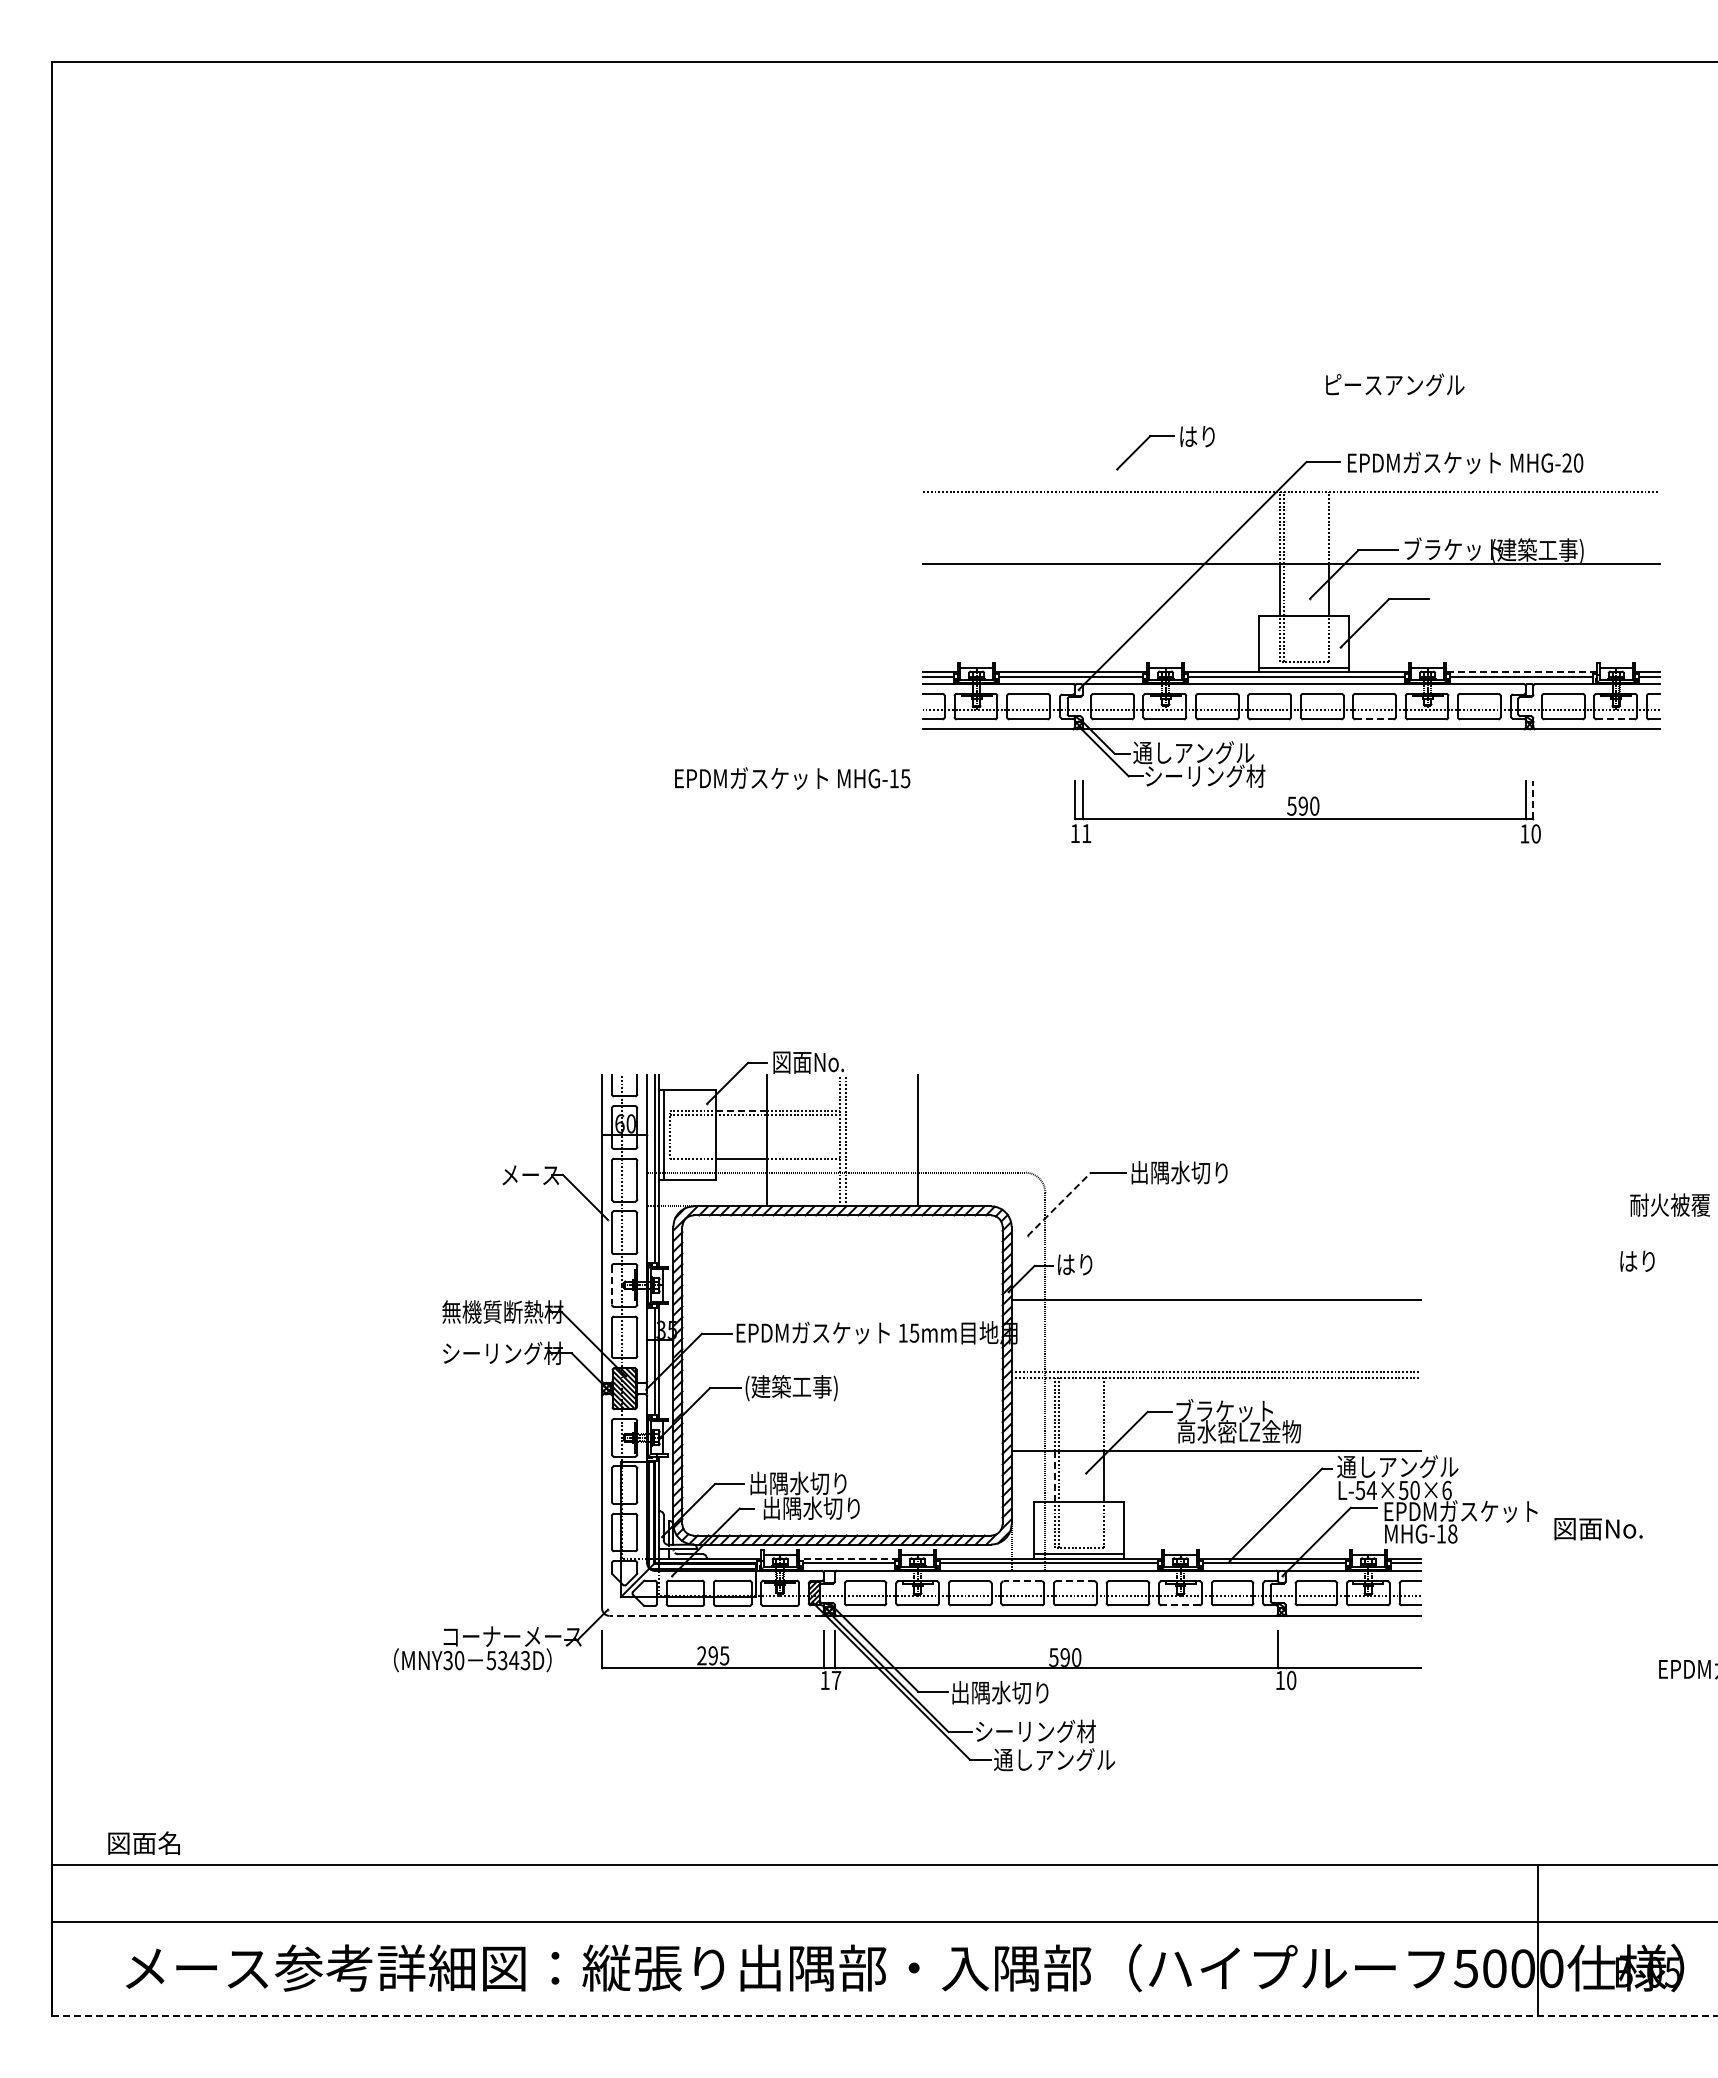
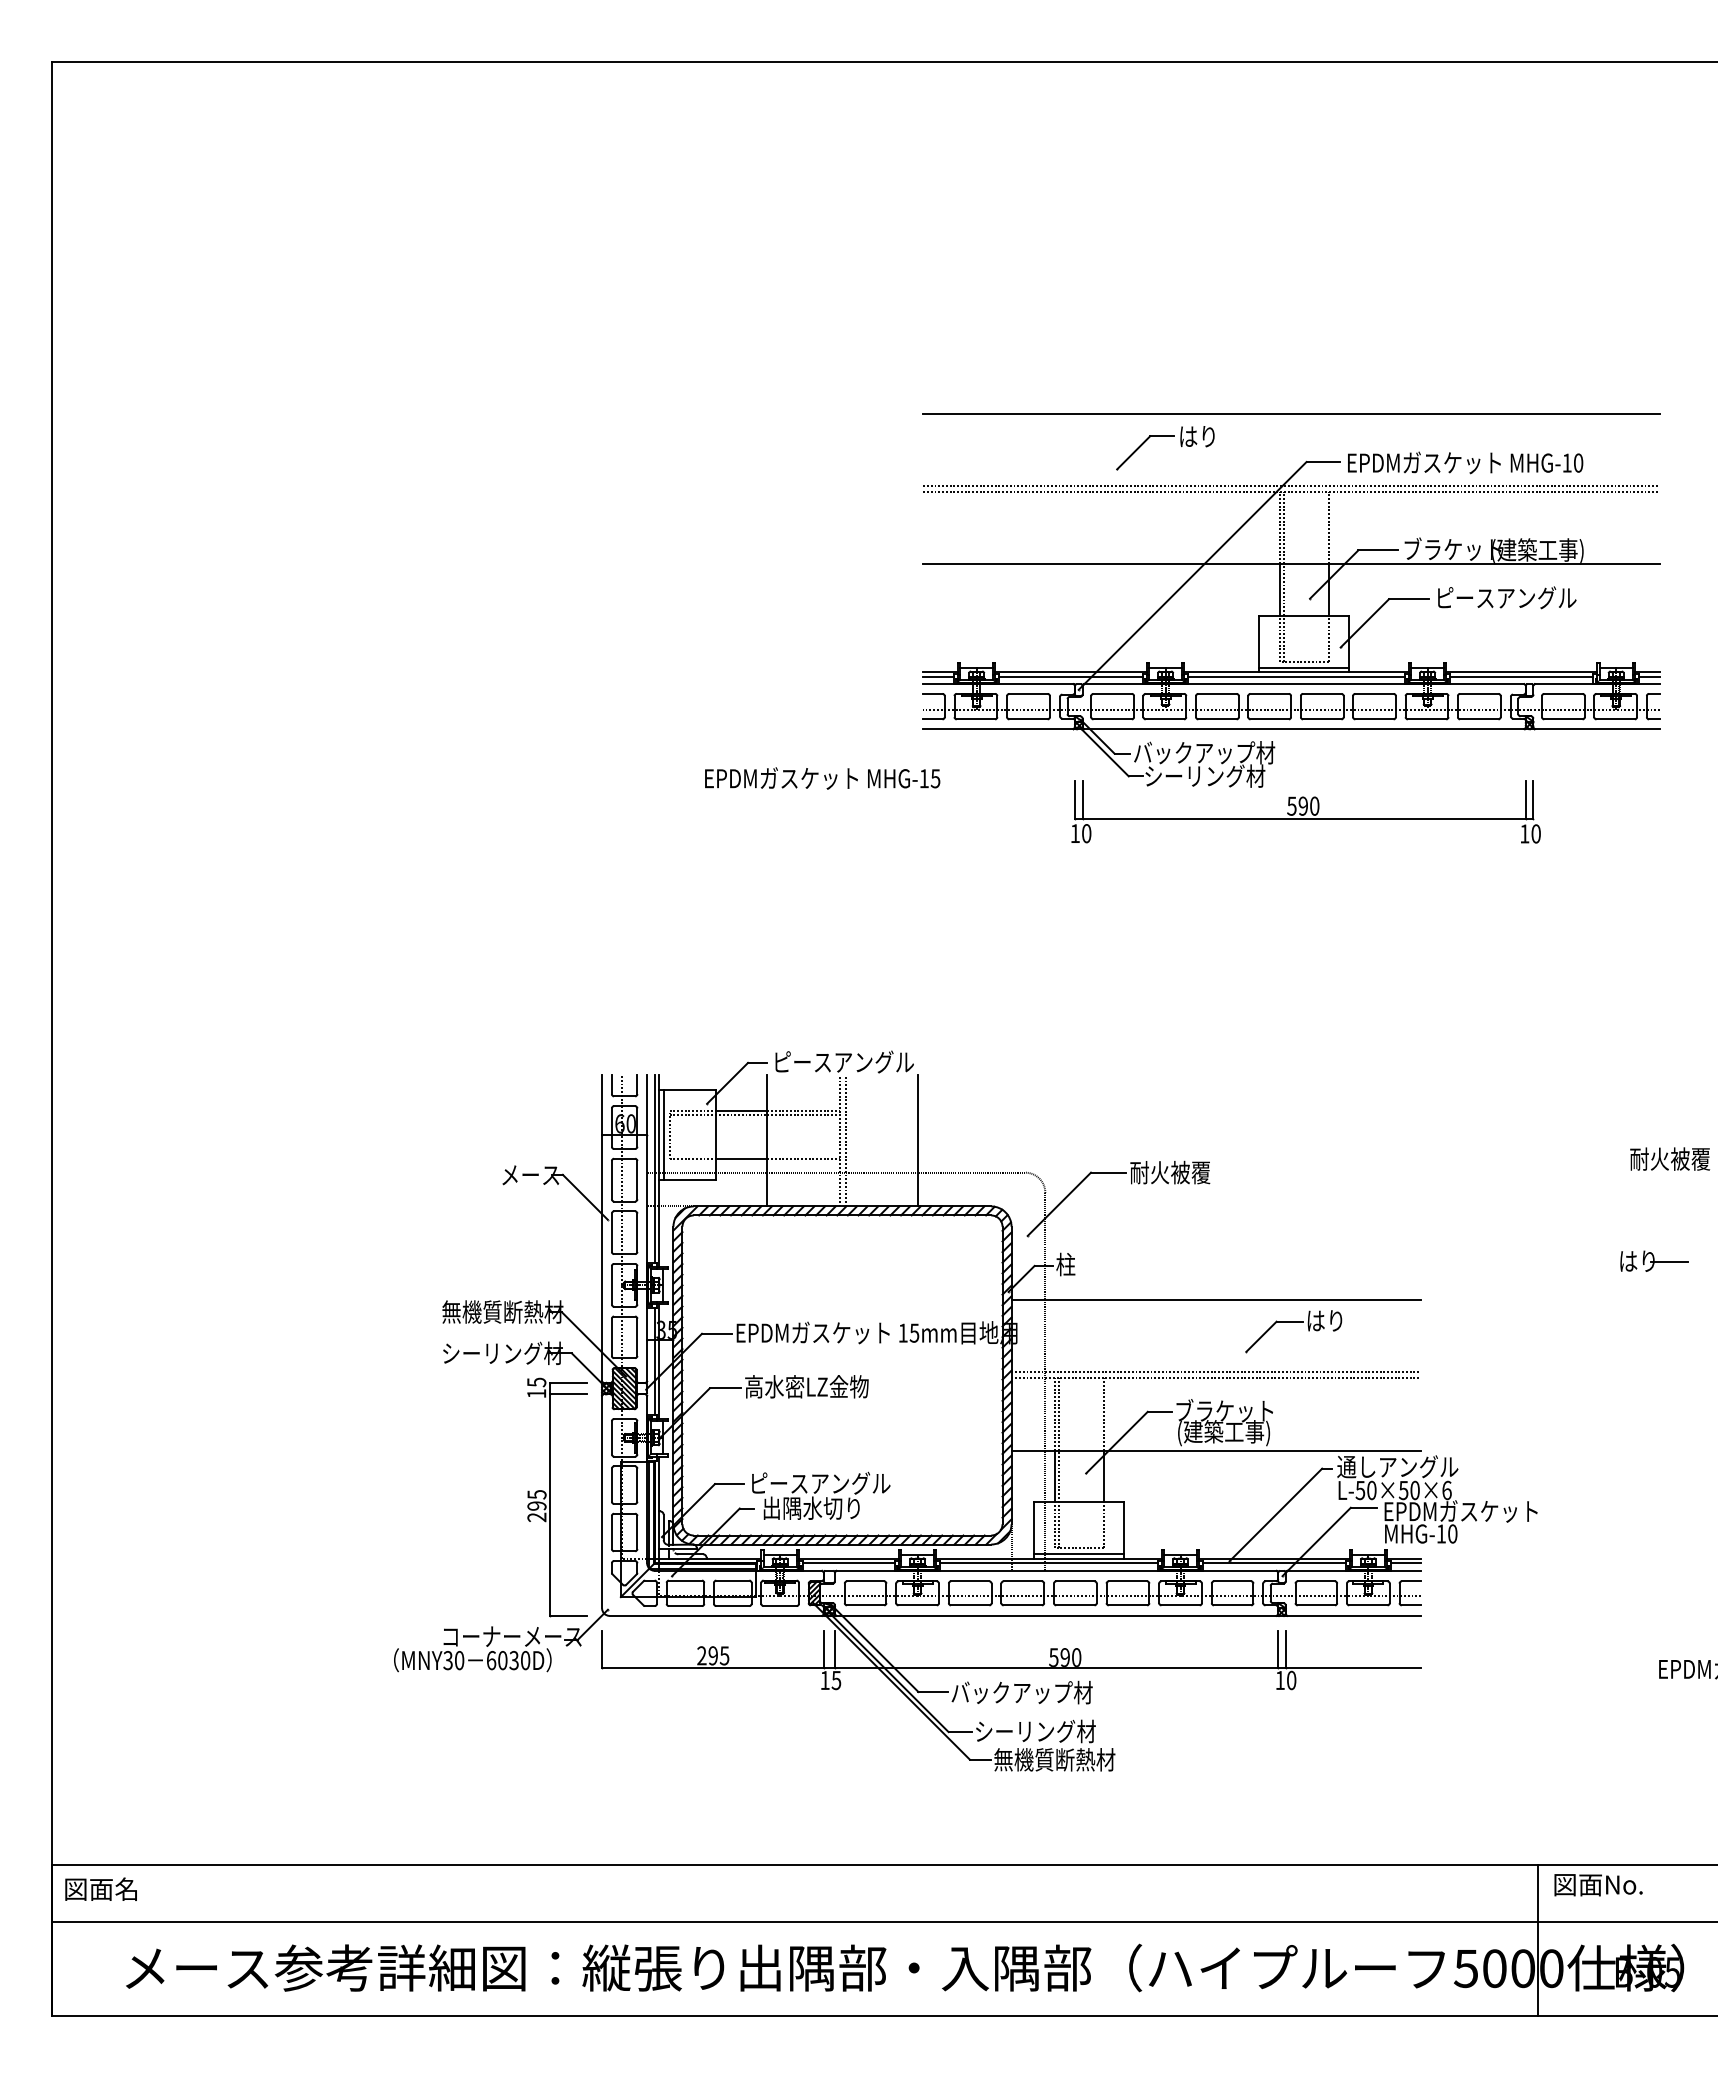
text at (1395, 384) position: (1395, 384) -> (1507, 597)
line at (1291, 413): none -> present
text at (1566, 462): MHG-20 -> MHG-10
line at (1291, 485): none -> present
line at (1521, 672): dashed -> solid
line at (1374, 719): dashed -> solid
line at (1616, 719): dashed -> solid
text at (1204, 752): 通しアングル -> バックアップ材
text at (792, 778) position: (792, 778) -> (822, 778)
line at (1533, 799): dashed -> solid
text at (1086, 833): 11 -> 10
text at (843, 1061): 図面No. -> ピースアングル
line at (741, 1110): dashed -> solid
text at (1178, 1172): 出隅水切り -> 耐火被覆
line at (1059, 1204): dashed -> solid
text at (1670, 1204) position: (1670, 1204) -> (1670, 1158)
line at (1669, 1262): none -> present
text at (1074, 1264): はり -> 柱
line at (611, 1285): dashed -> solid
part at (1293, 1322): none -> present
text at (806, 1388): (建築工事) -> 高水密LZ金物
text at (1238, 1433): 高水密LZ金物 -> (建築工事)
line at (1054, 1476): dashed -> solid
text at (820, 1483): 出隅水切り -> ピースアングル
text at (1371, 1490): L-54×50×6 -> L-50×50×6
part at (550, 1497): none -> present
text at (1598, 1529) position: (1598, 1529) -> (1598, 1885)
text at (1452, 1533): MHG-18 -> MHG-10
line at (848, 1558): dashed -> solid
line at (1022, 1581): dashed -> solid
line at (1074, 1581): dashed -> solid
line at (1180, 1605): dashed -> solid
line at (715, 1615): dashed -> solid
line at (1285, 1649): none -> present
text at (508, 1660): 5343D -> 6030D
text at (836, 1680): 17 -> 15
text at (1021, 1692): 出隅水切り -> バックアップ材
text at (1054, 1759): 通しアングル -> 無機質断熱材
text at (143, 1842) position: (143, 1842) -> (100, 1888)
line at (884, 2015): dashed -> solid
